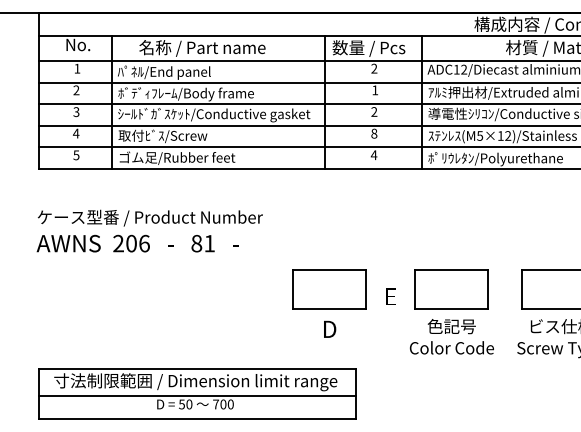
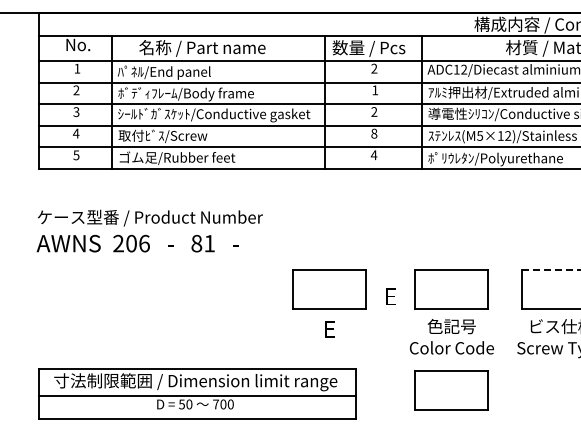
line at (551, 270): solid -> dashed
text at (330, 328): D -> E
part at (451, 390): none -> present
